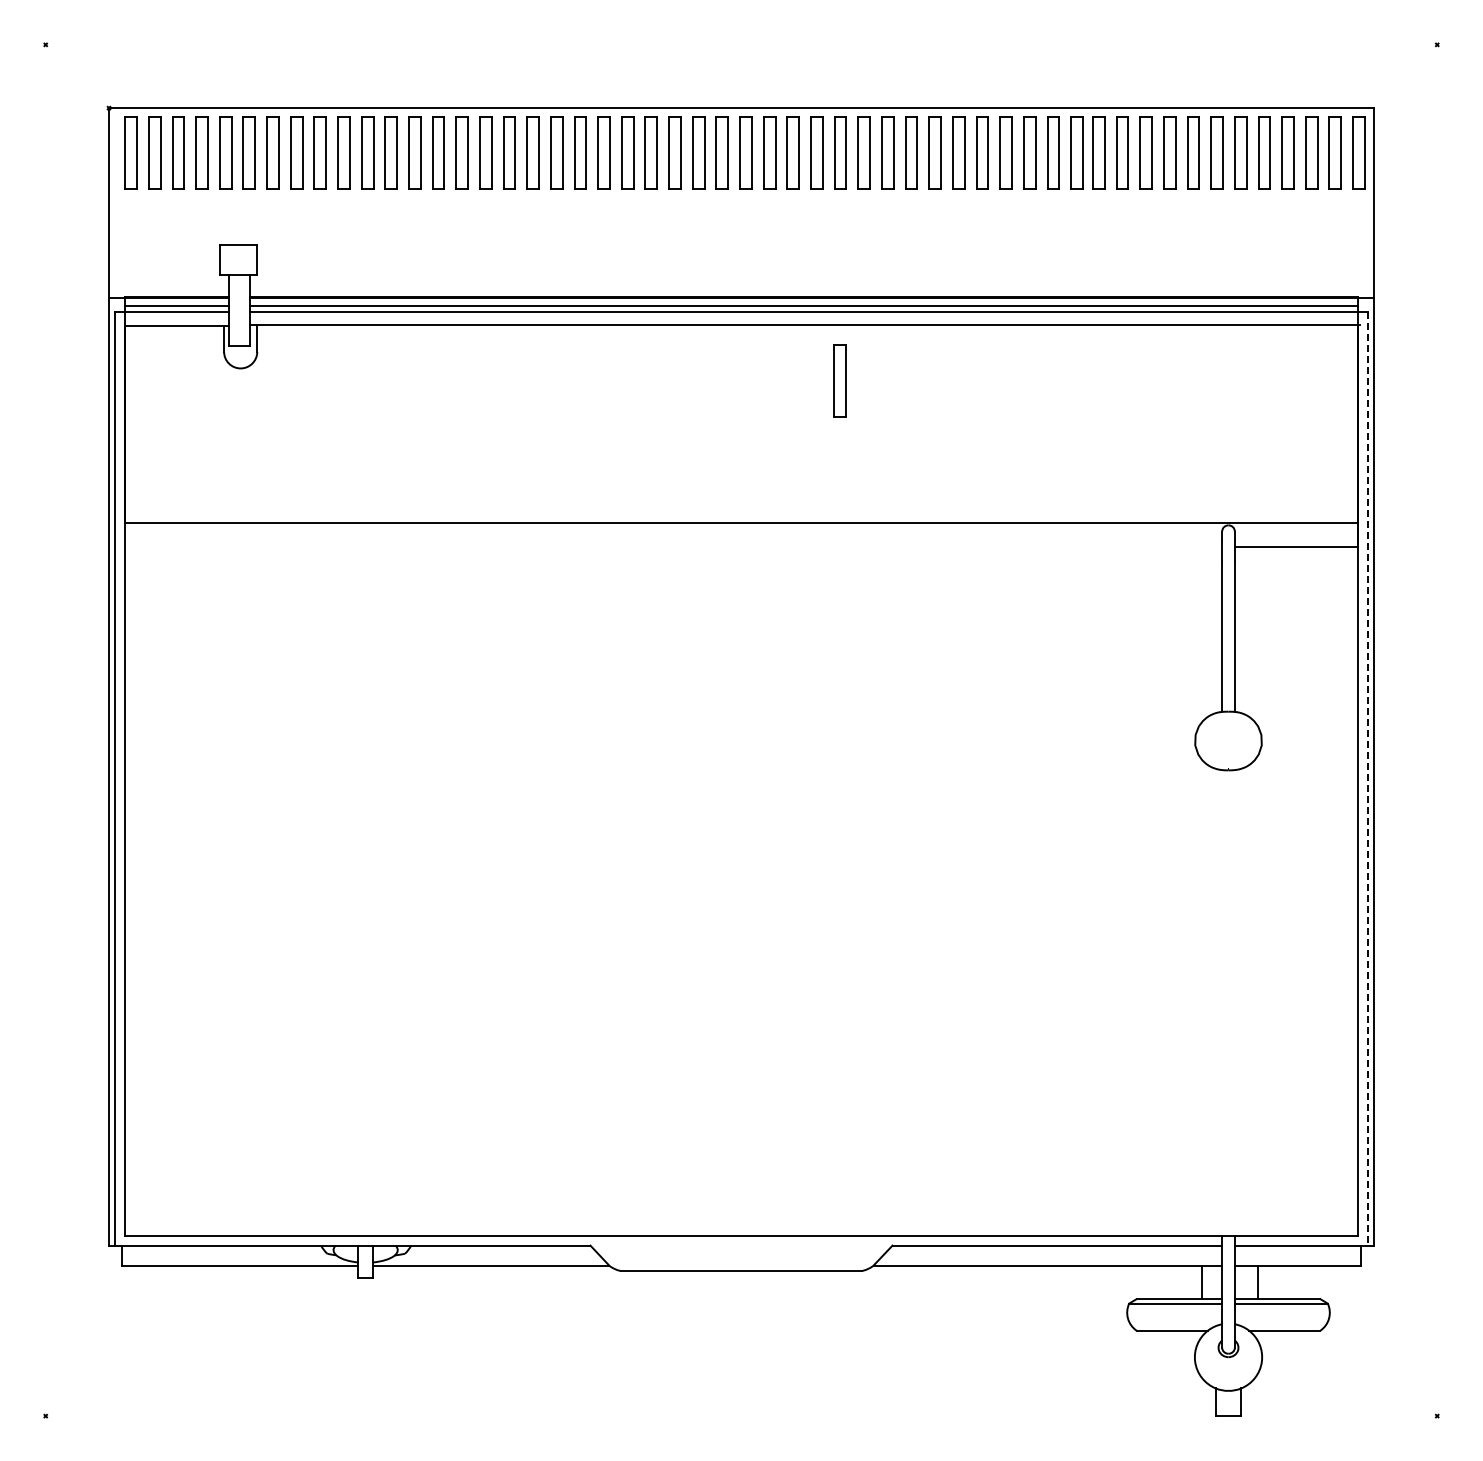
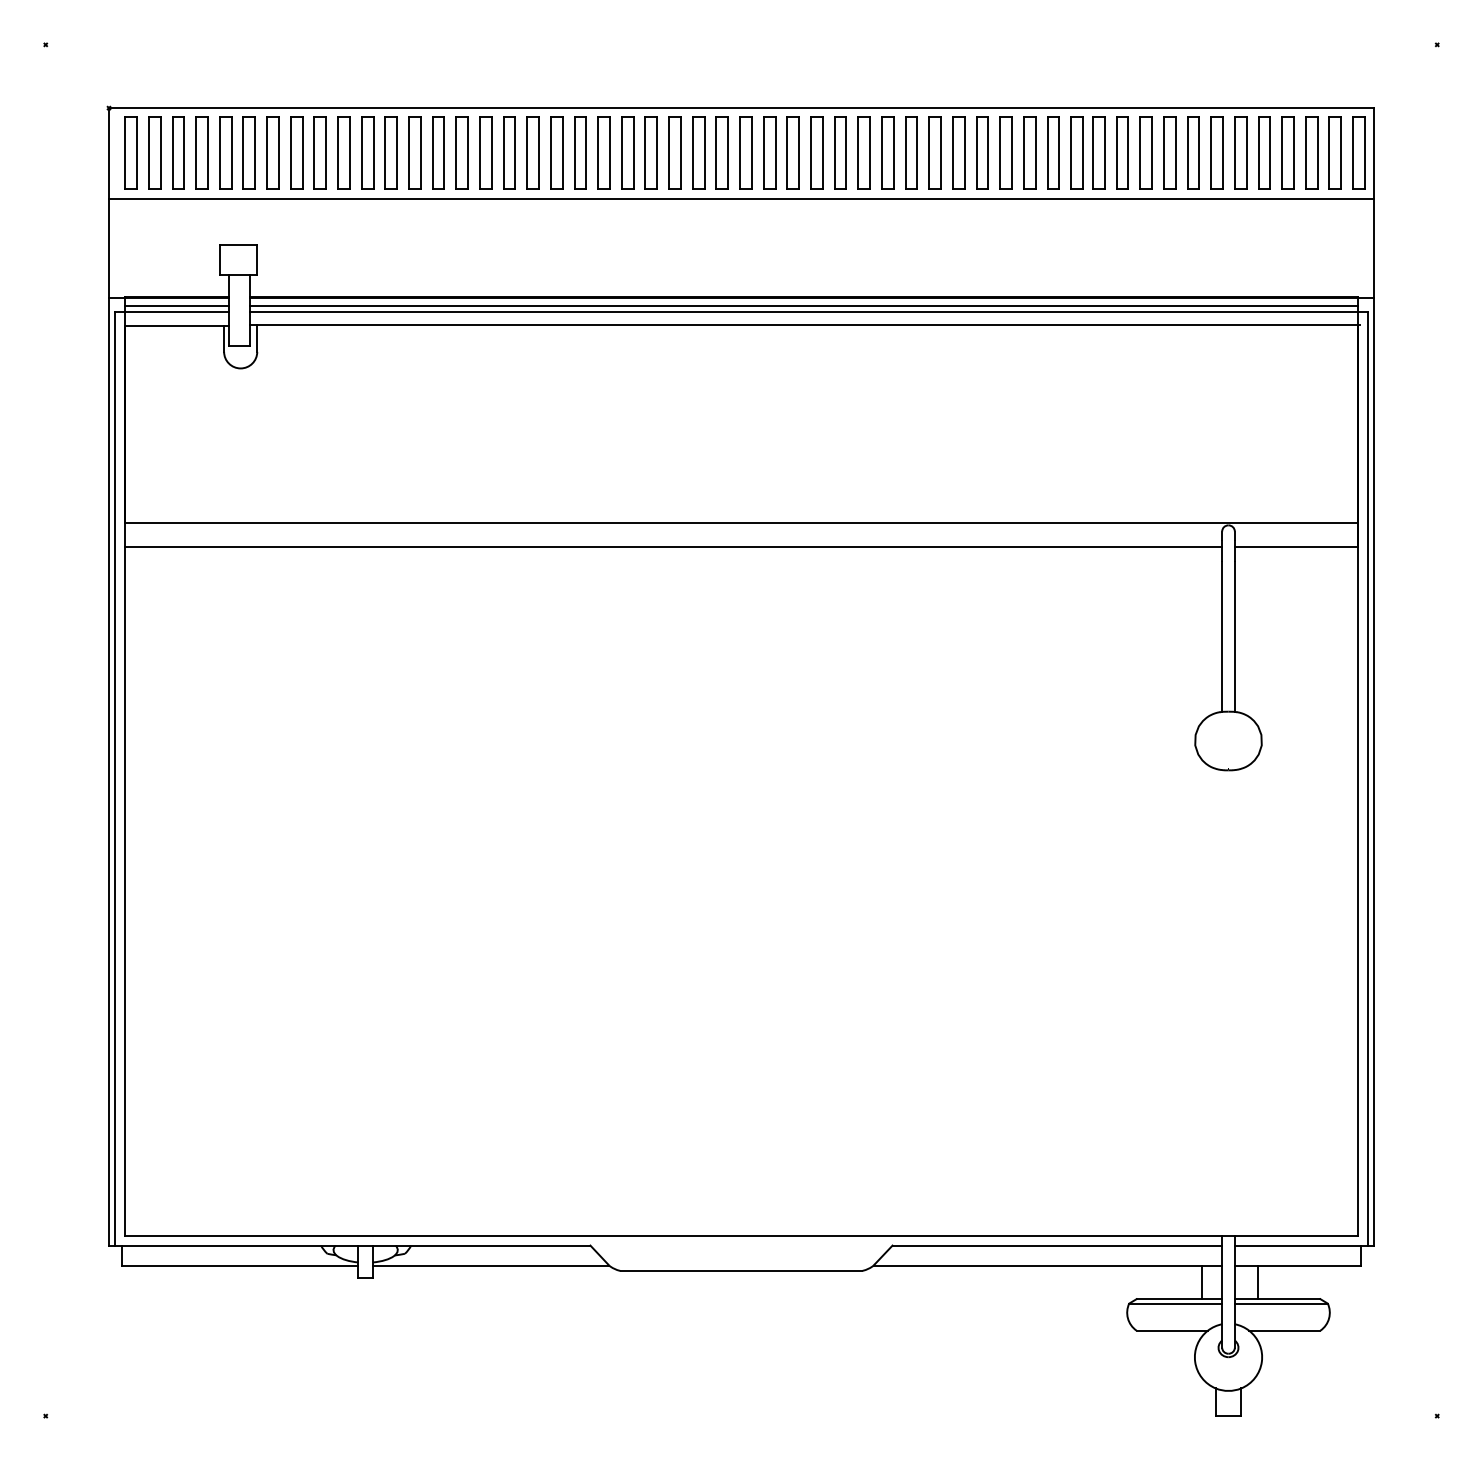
line at (741, 198): none -> present
part at (839, 380): present -> none
line at (673, 546): none -> present
line at (1367, 778): dashed -> solid
